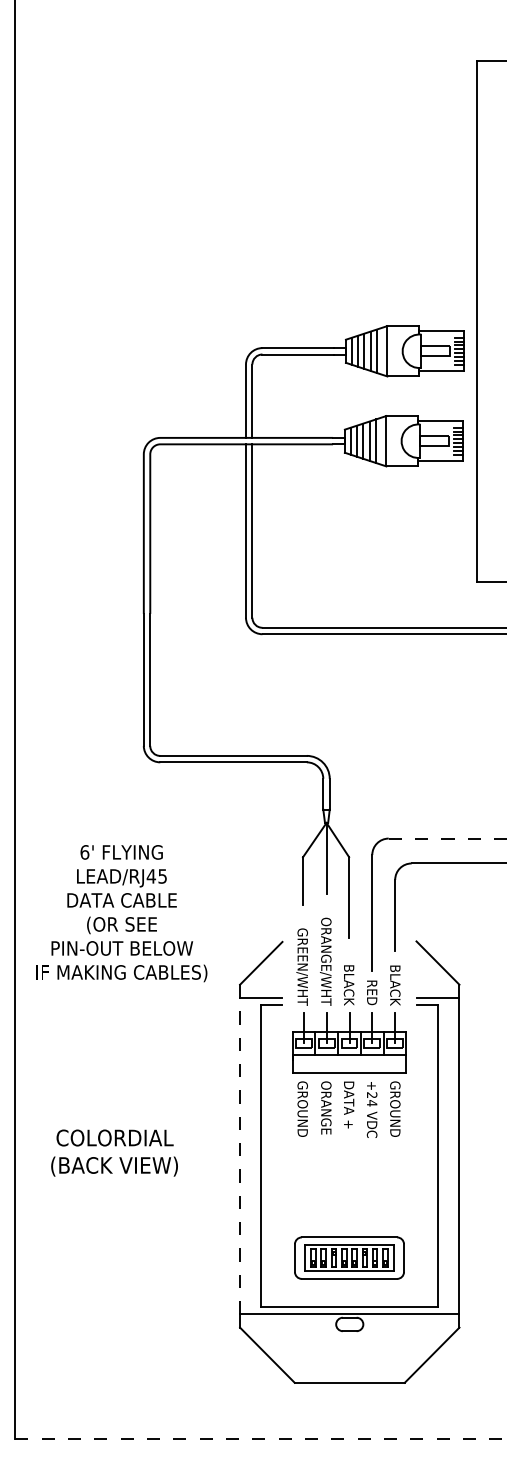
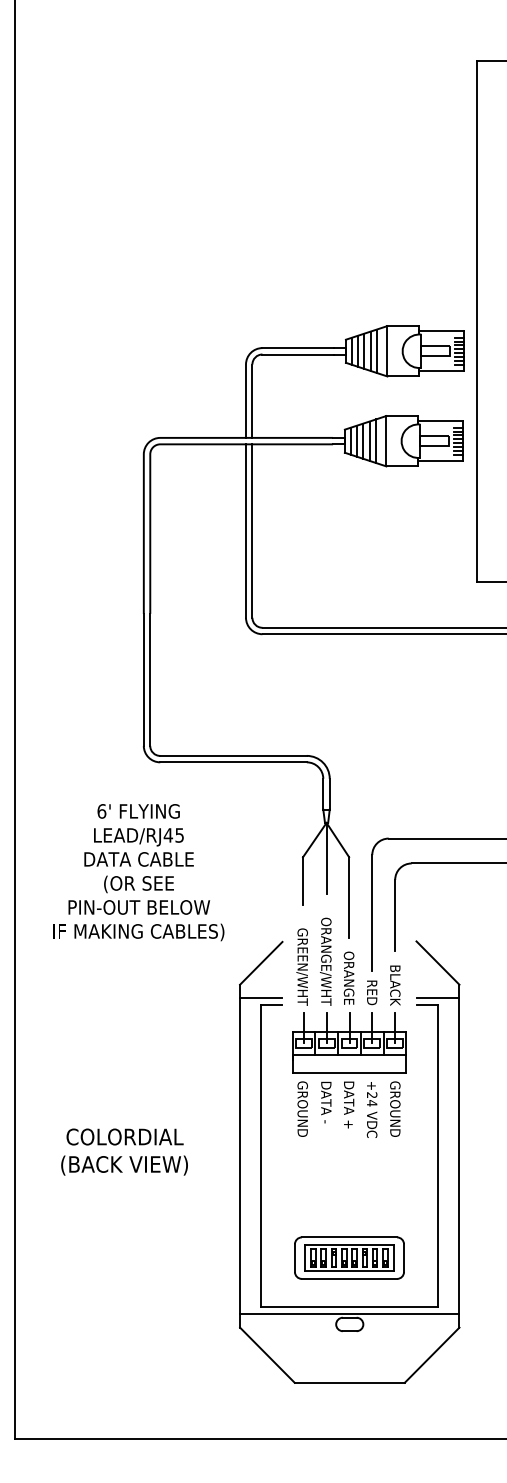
line at (447, 838): dashed -> solid
text at (121, 913) position: (121, 913) -> (138, 872)
text at (348, 978): BLACK -> ORANGE
text at (326, 1107): ORANGE -> DATA -
text at (114, 1152) position: (114, 1152) -> (124, 1151)
line at (240, 1155): dashed -> solid
line at (261, 1438): dashed -> solid
